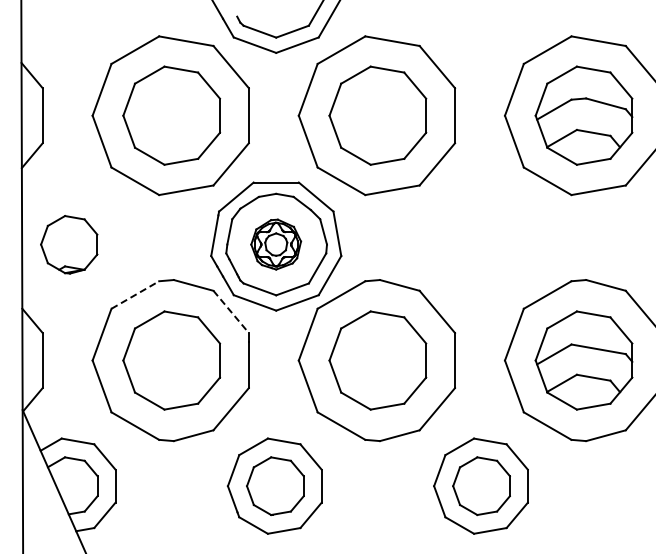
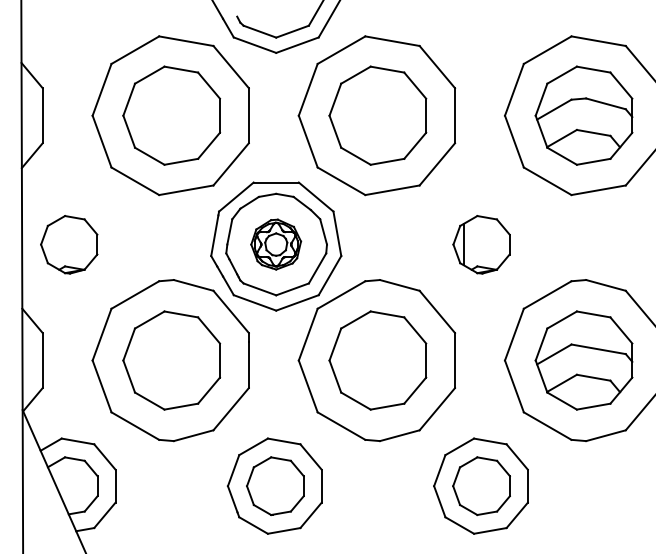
part at (481, 244): none -> present
line at (135, 295): dashed -> solid
line at (231, 311): dashed -> solid
